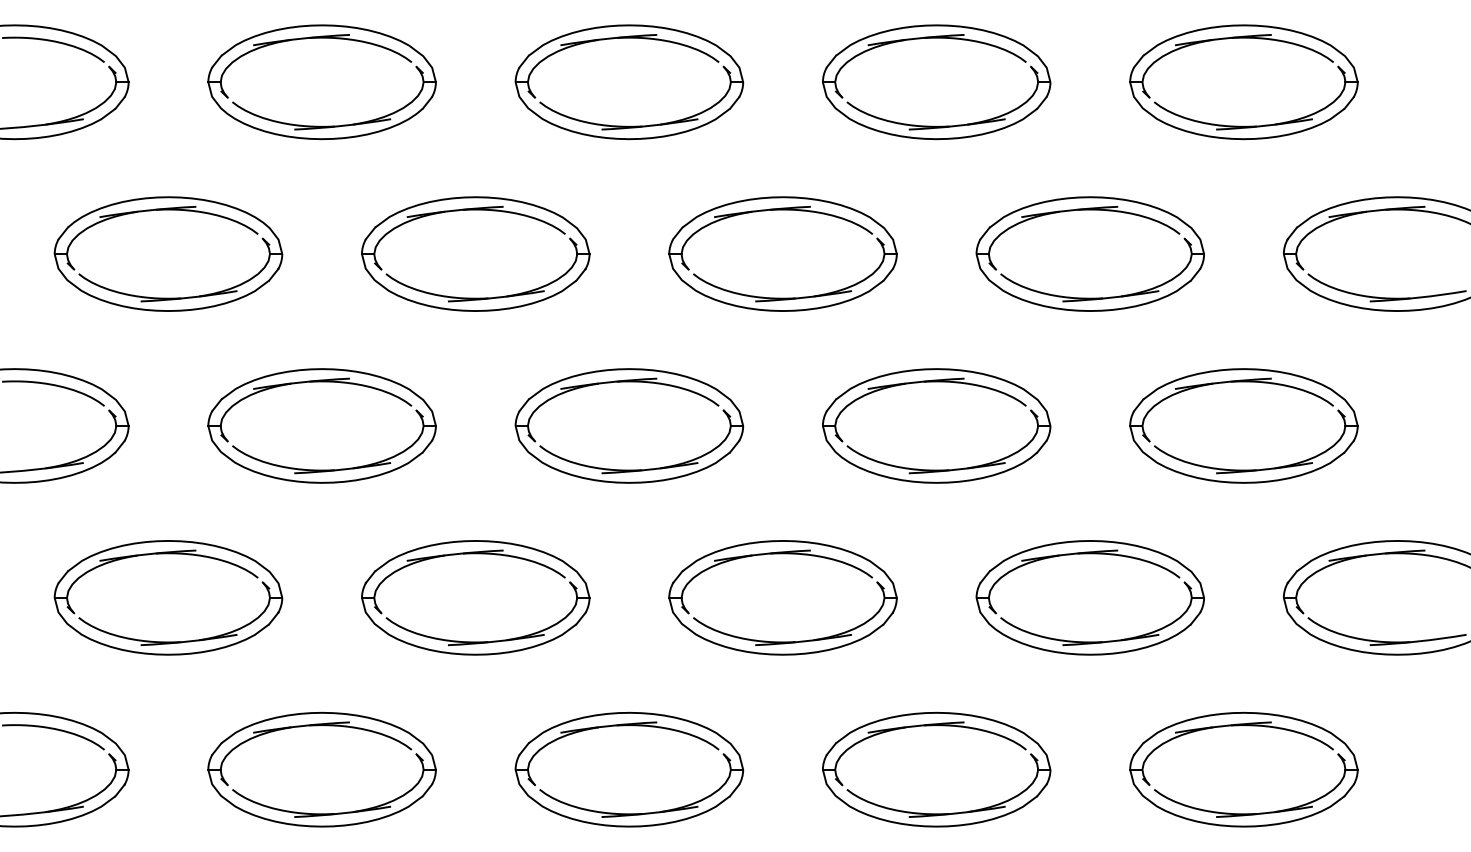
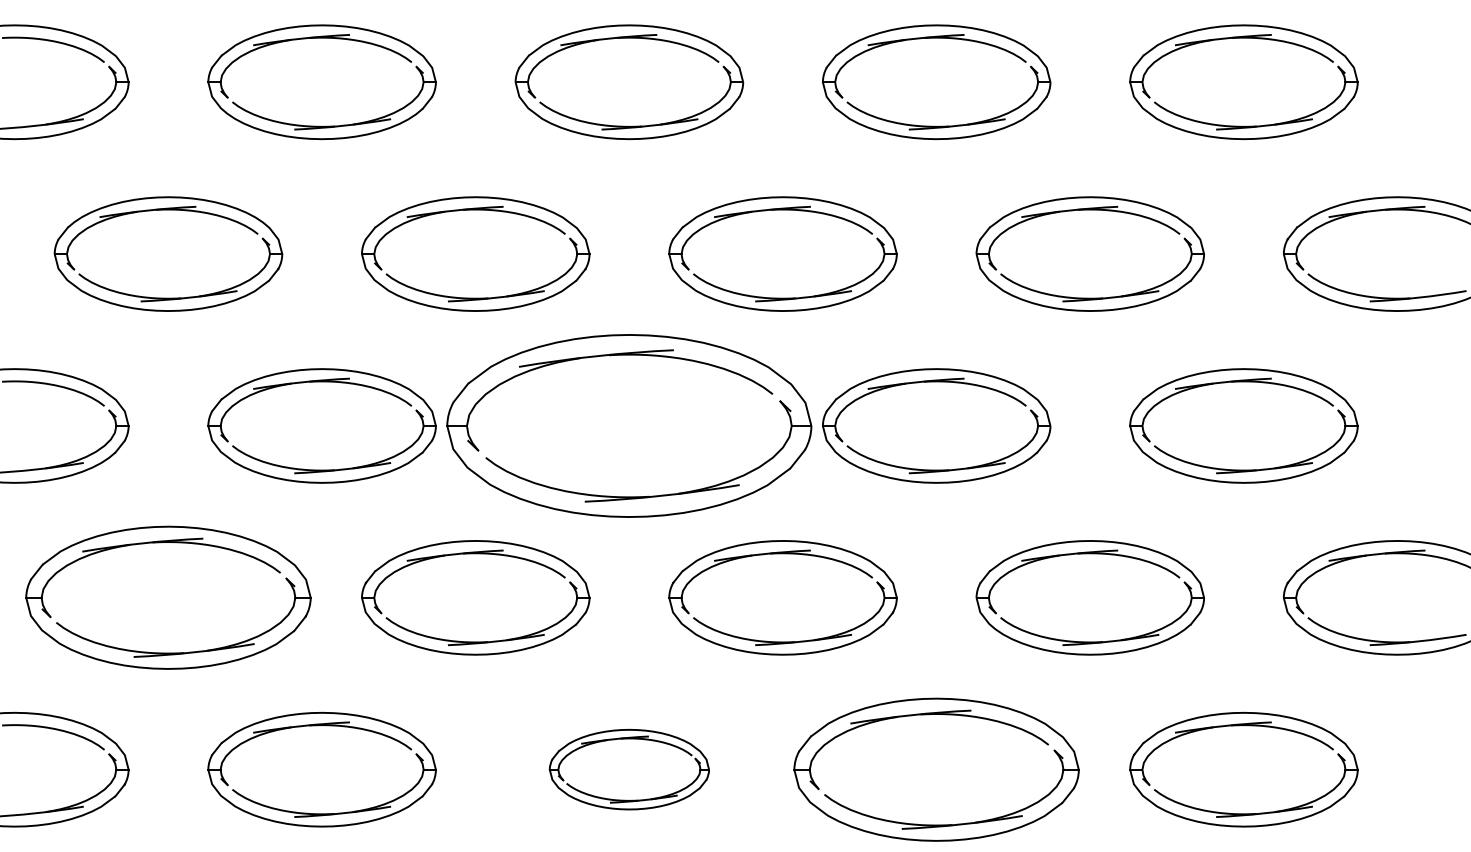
part at (629, 425) size: 231x116 px -> 367x184 px
part at (168, 597) size: 231x116 px -> 287x145 px
part at (629, 769) size: 231x117 px -> 162x83 px
part at (936, 769) size: 230x117 px -> 287x145 px
